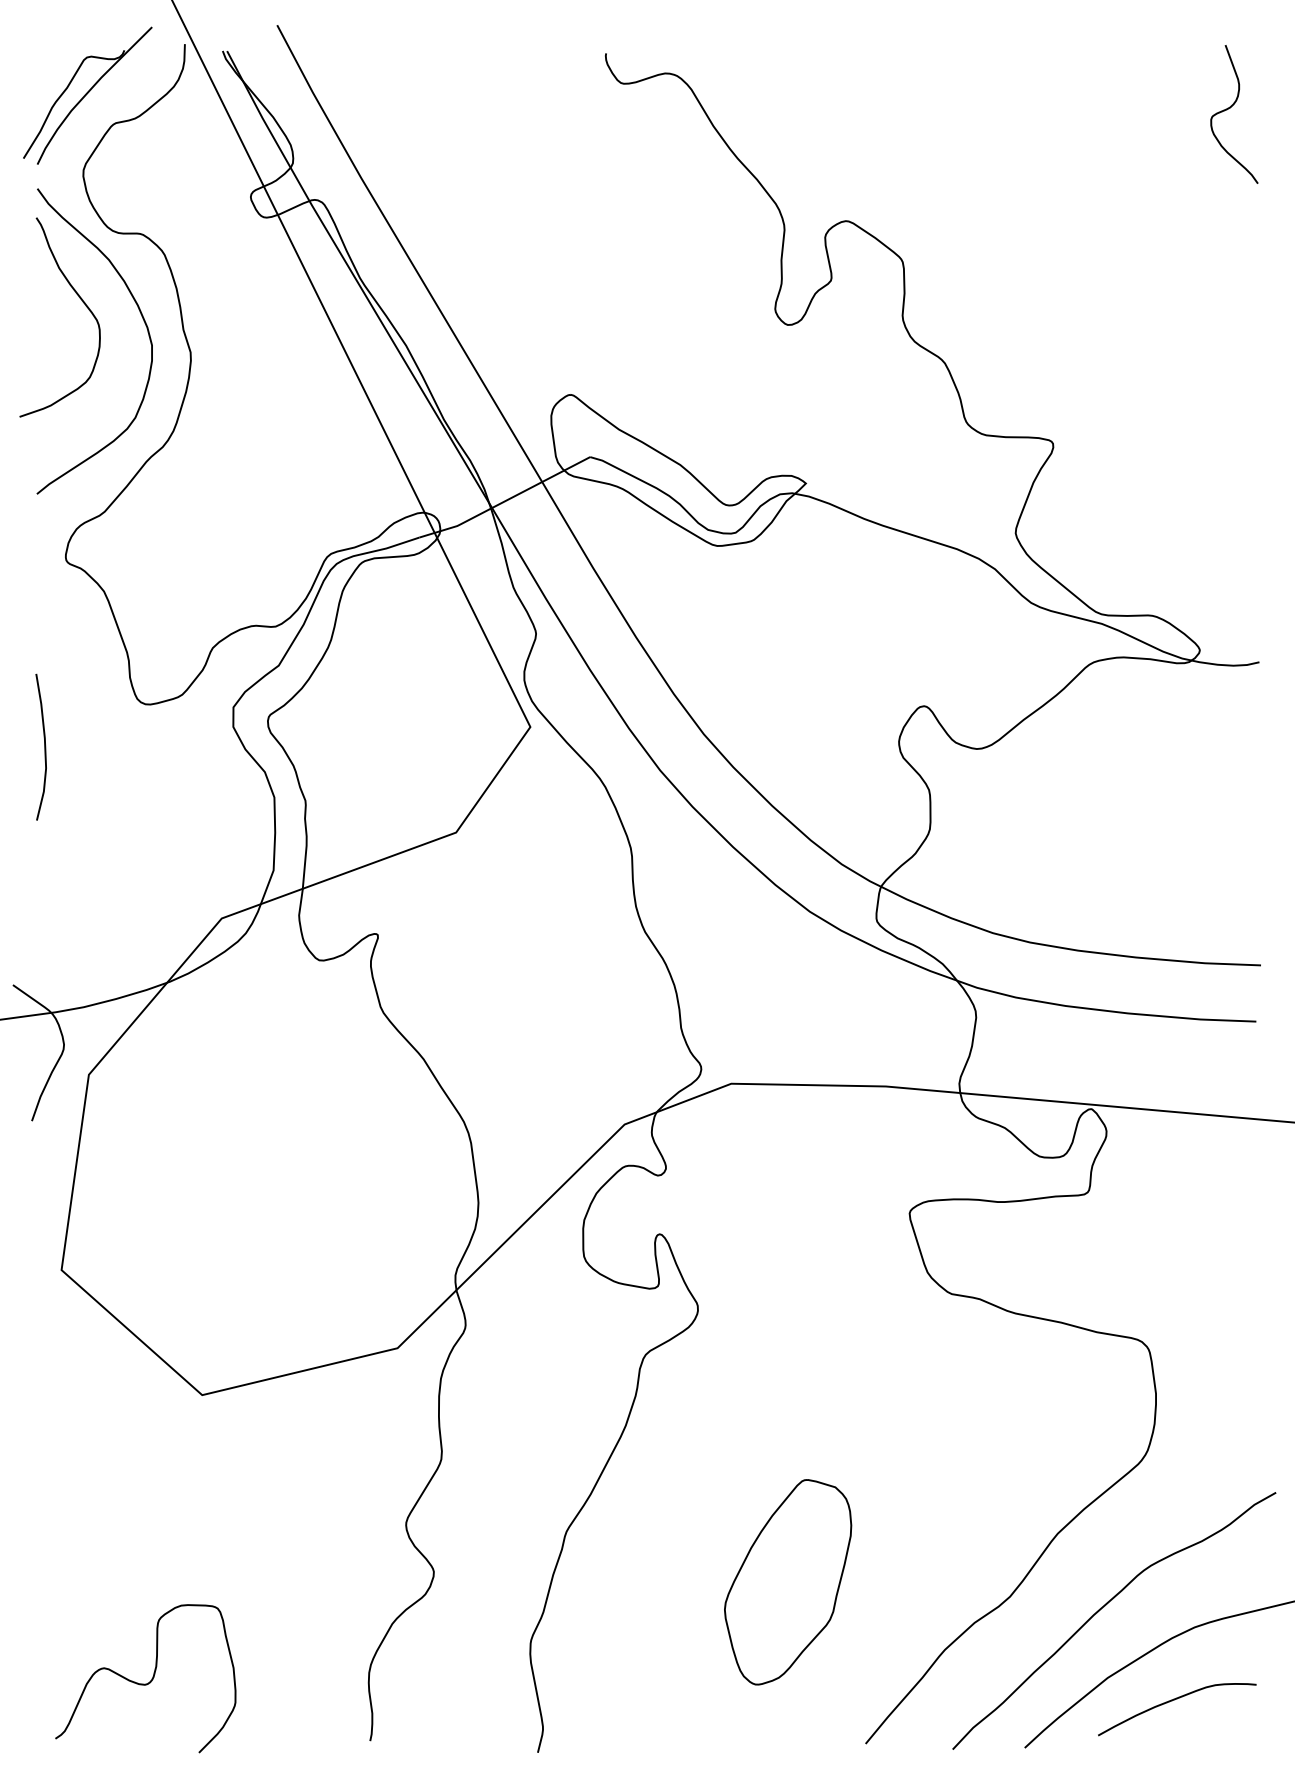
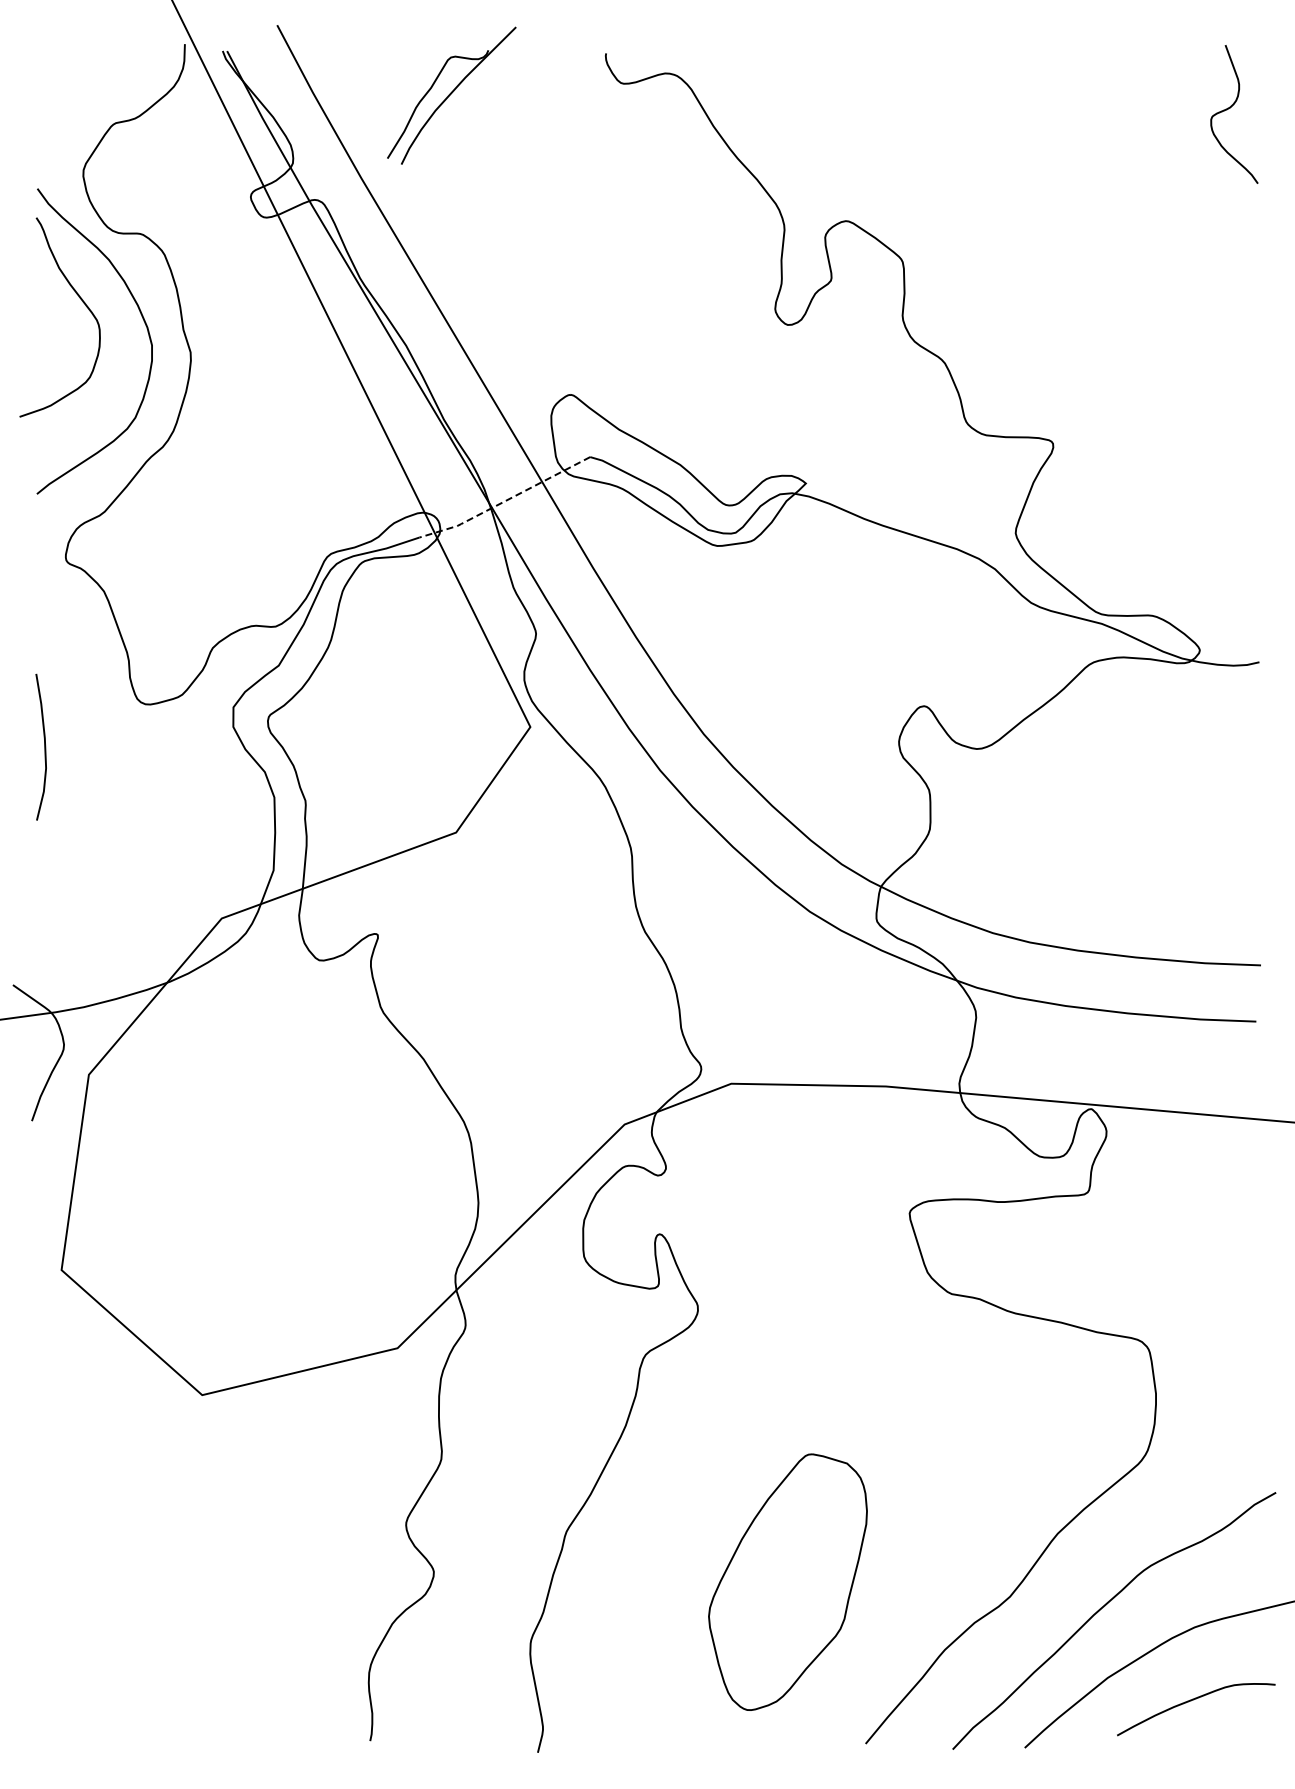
part at (87, 95) position: (87, 95) -> (451, 95)
line at (504, 501): solid -> dashed
part at (788, 1582) size: 129x207 px -> 160x258 px
curve at (149, 1681): present -> none
curve at (1172, 1701) position: (1172, 1701) -> (1191, 1701)
